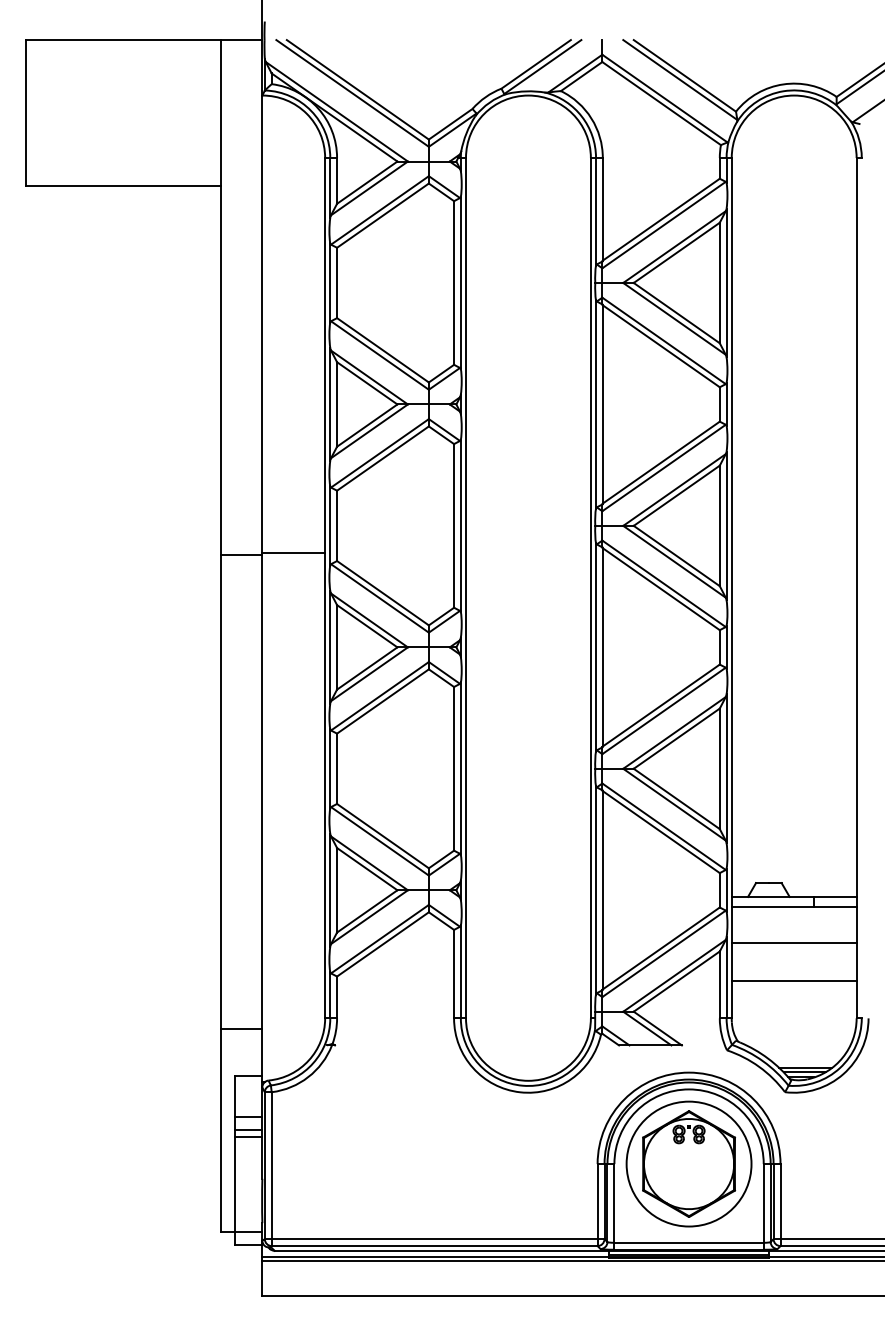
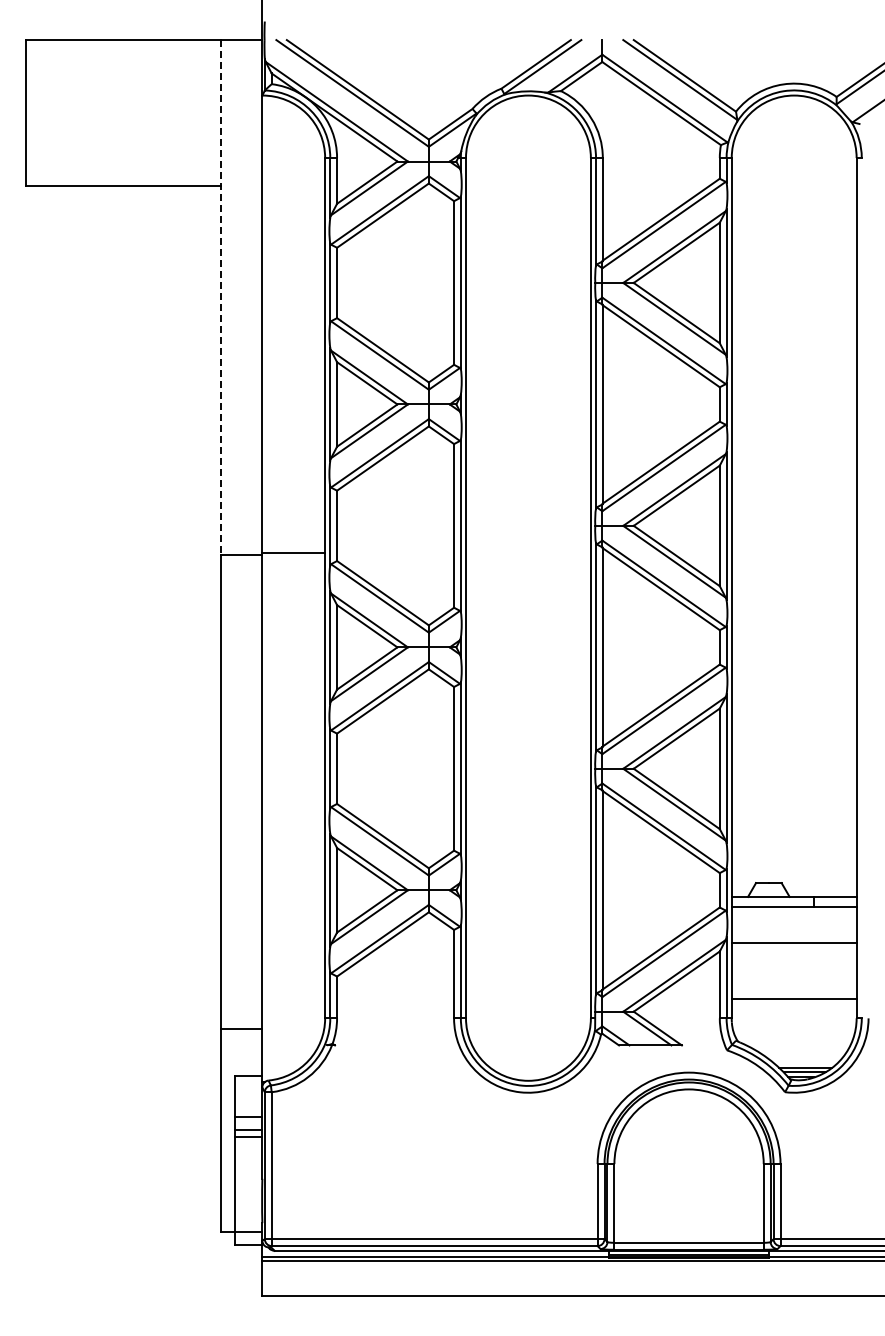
line at (220, 297): solid -> dashed
line at (793, 980) position: (793, 980) -> (793, 998)
part at (688, 1163): present -> none
